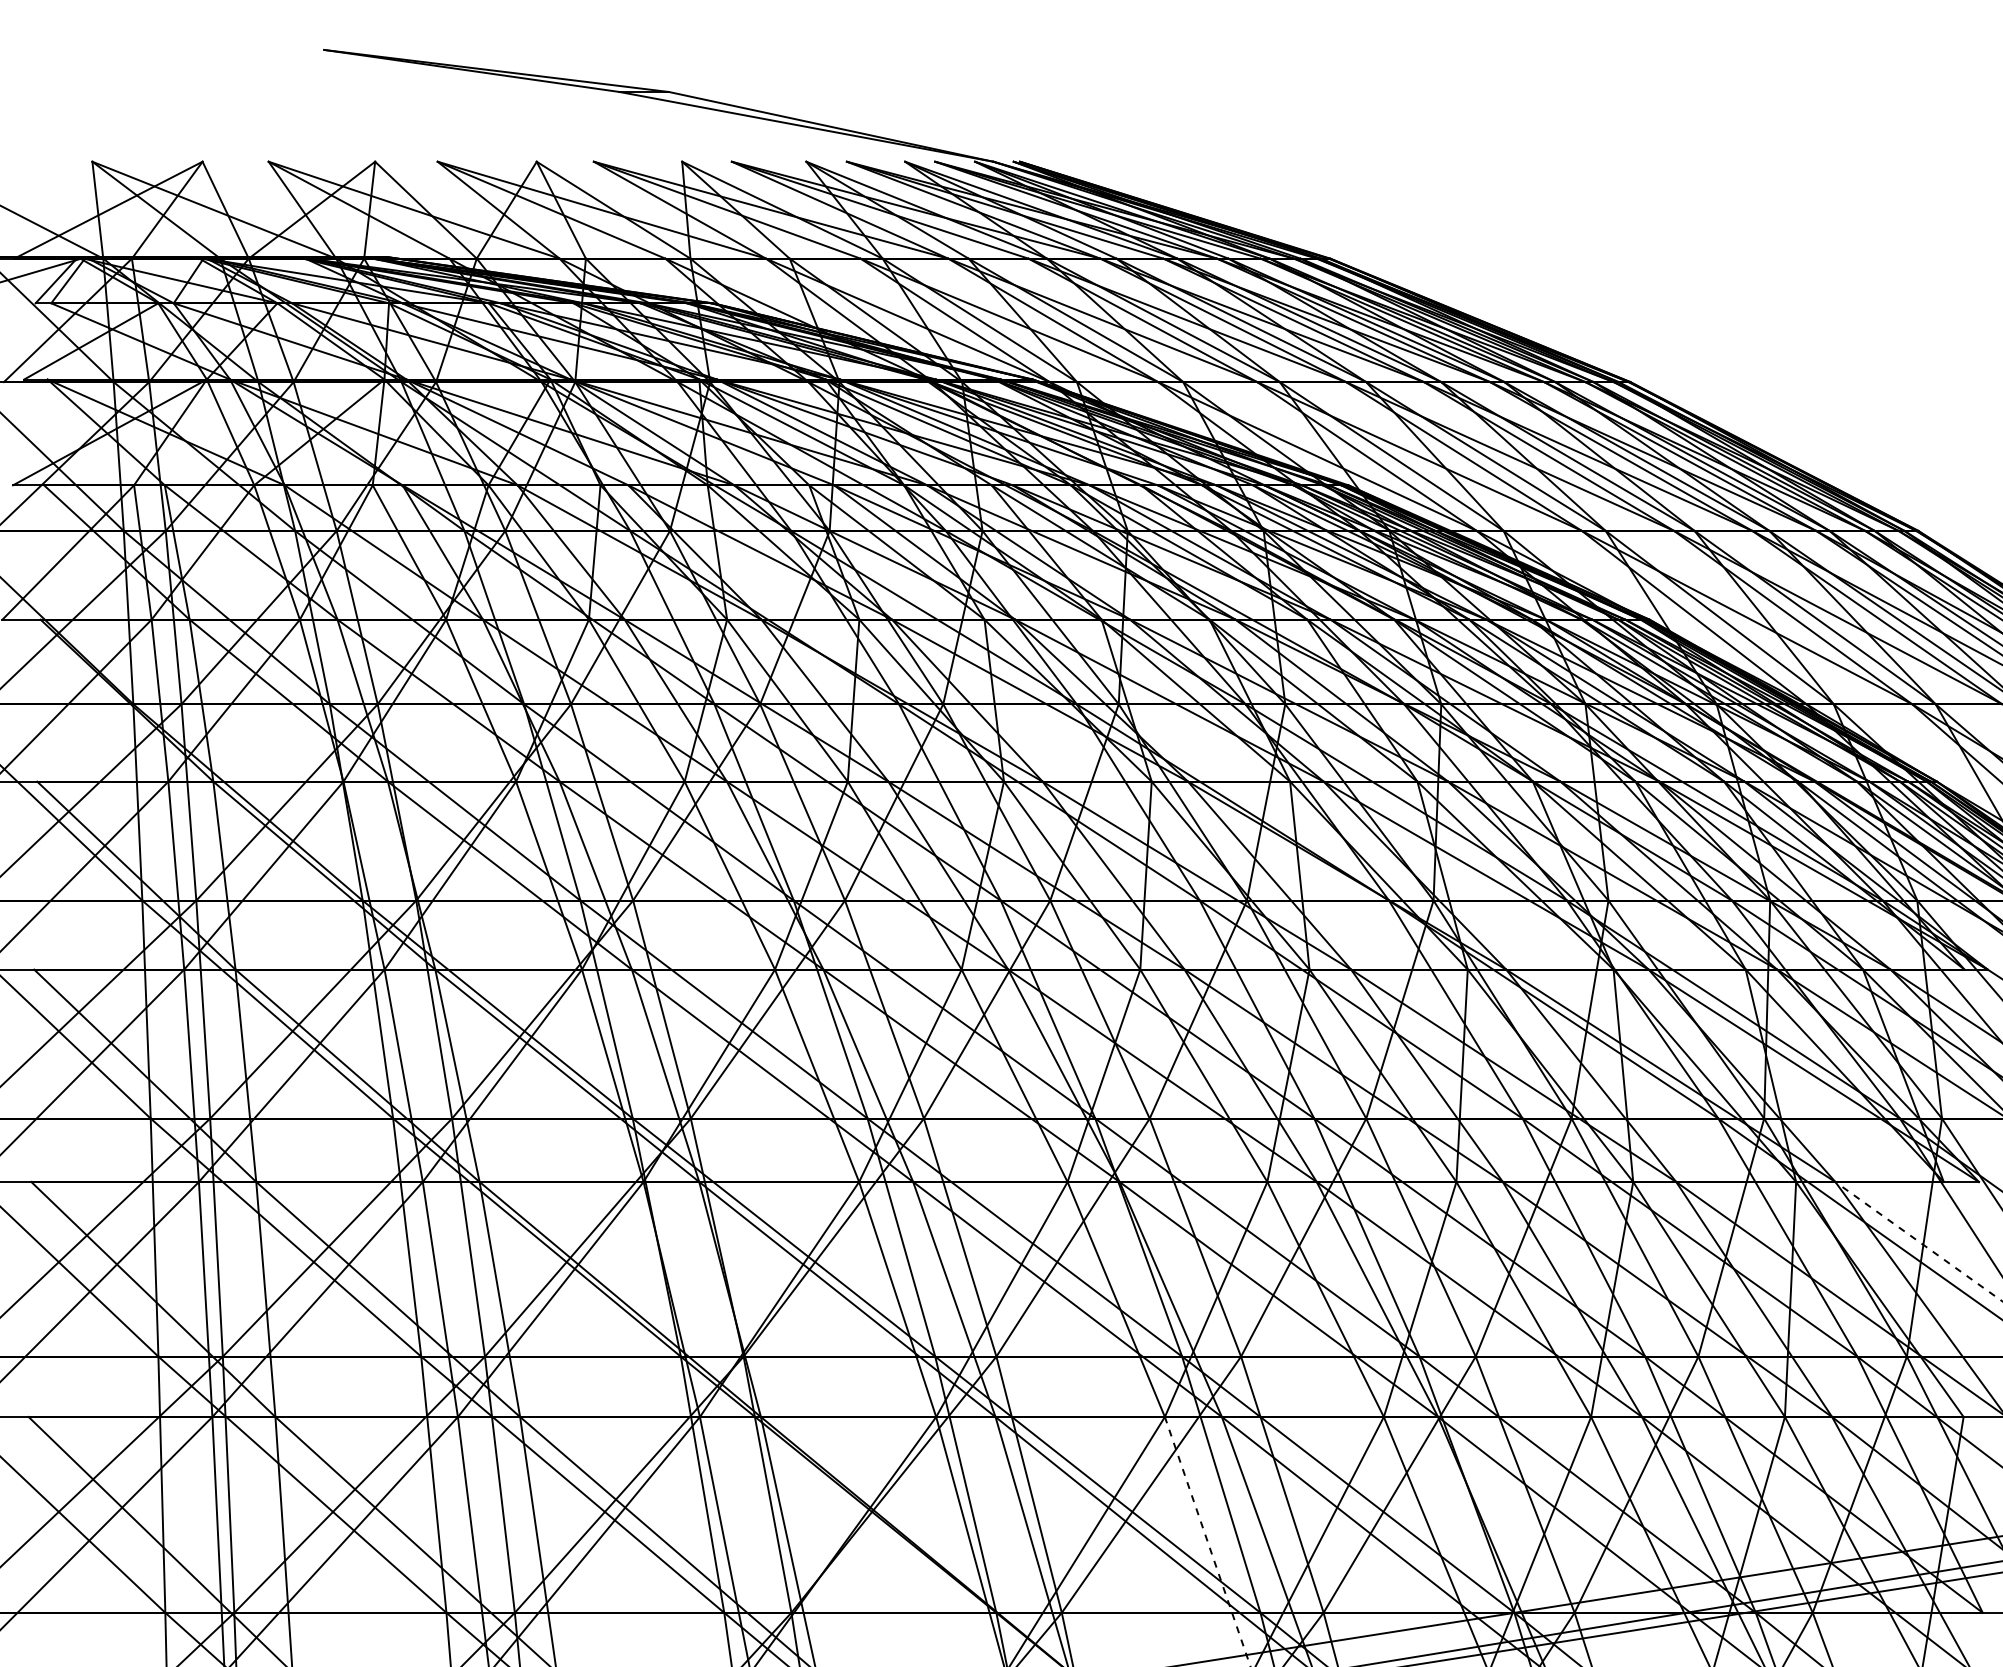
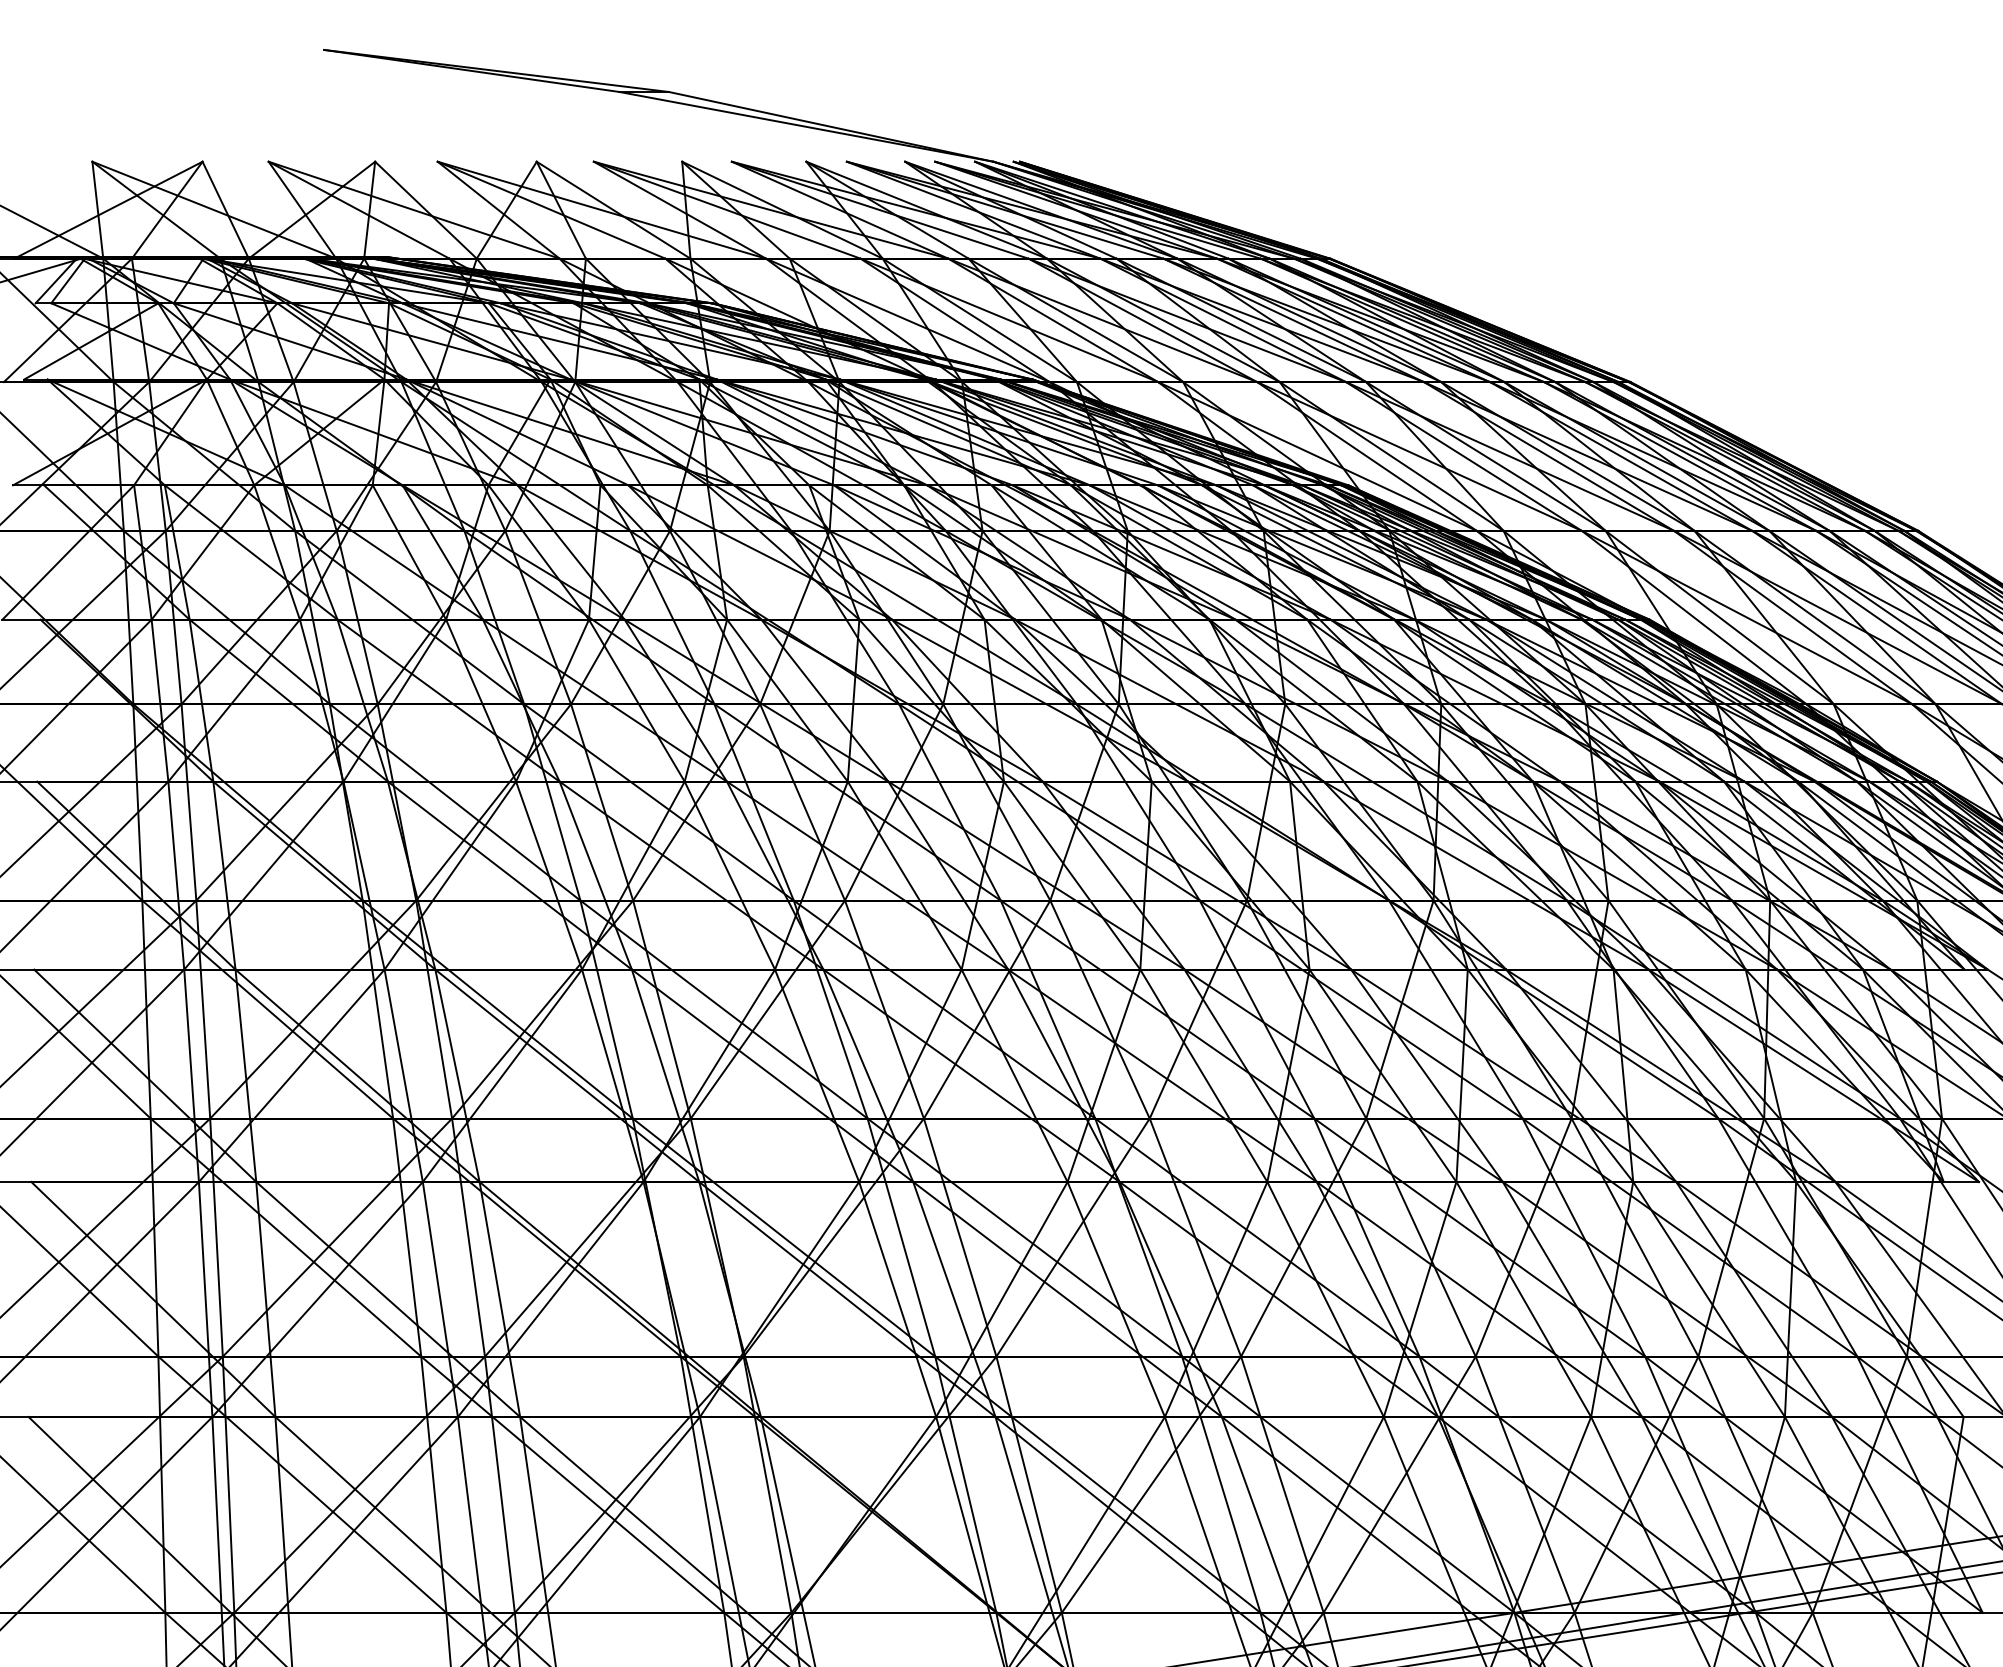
line at (1919, 1241): dashed -> solid
line at (1207, 1541): dashed -> solid
